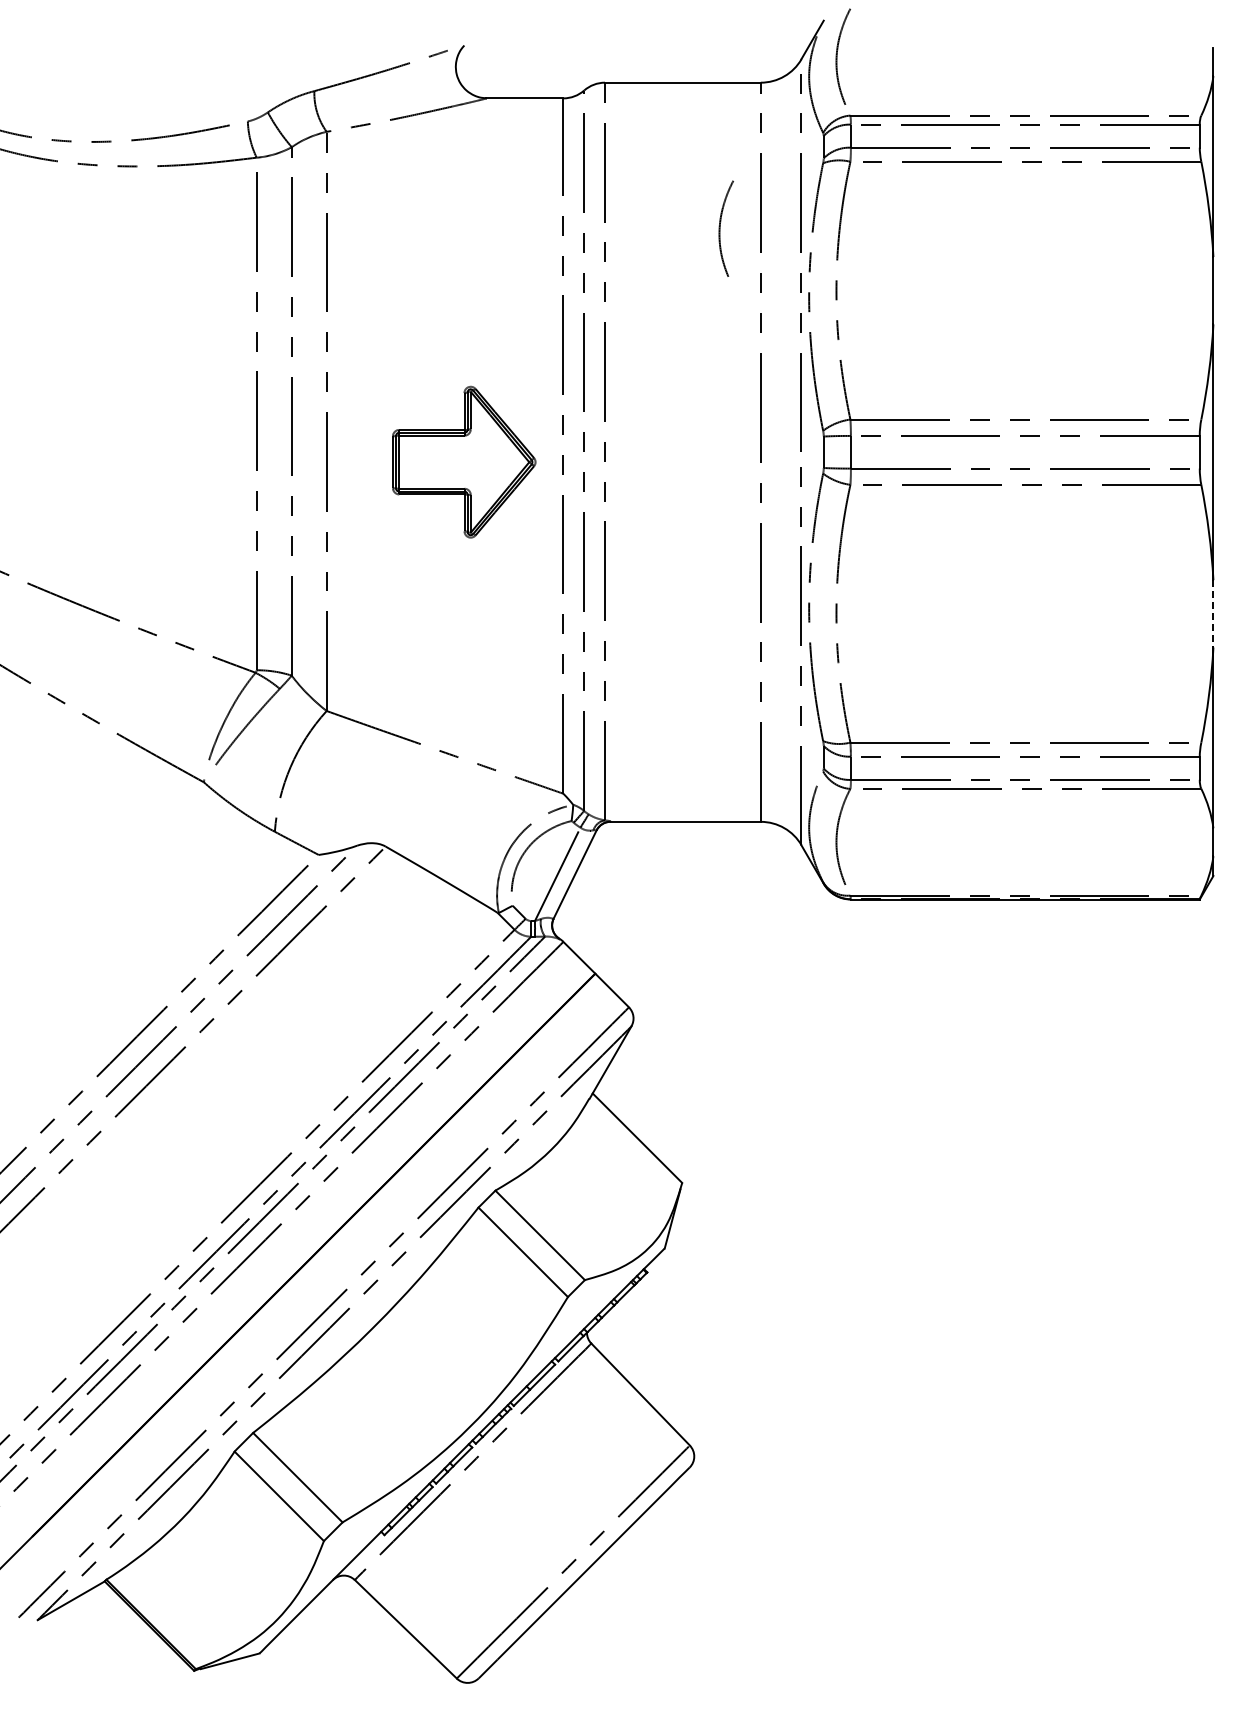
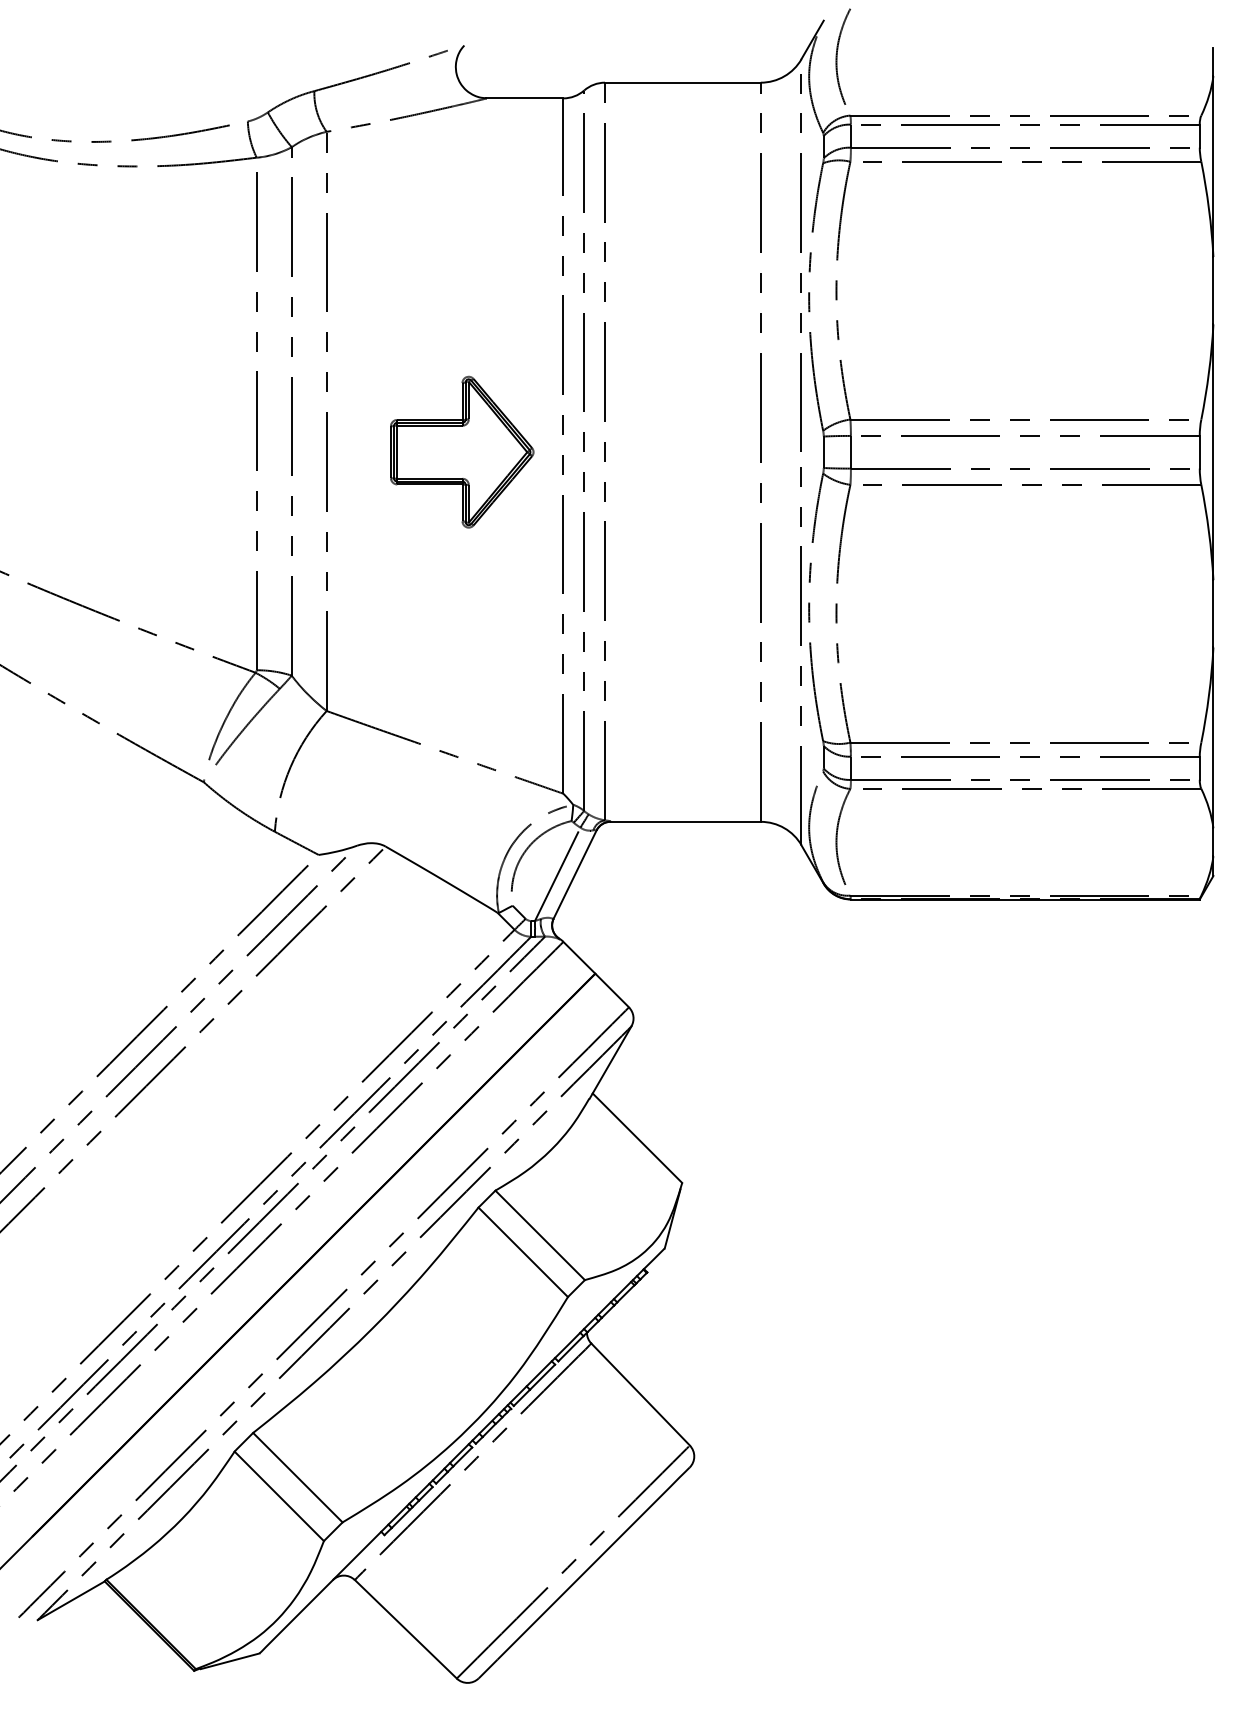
curve at (720, 228): present -> none
part at (464, 461) position: (464, 461) -> (462, 451)
line at (1213, 613): dashed -> solid
